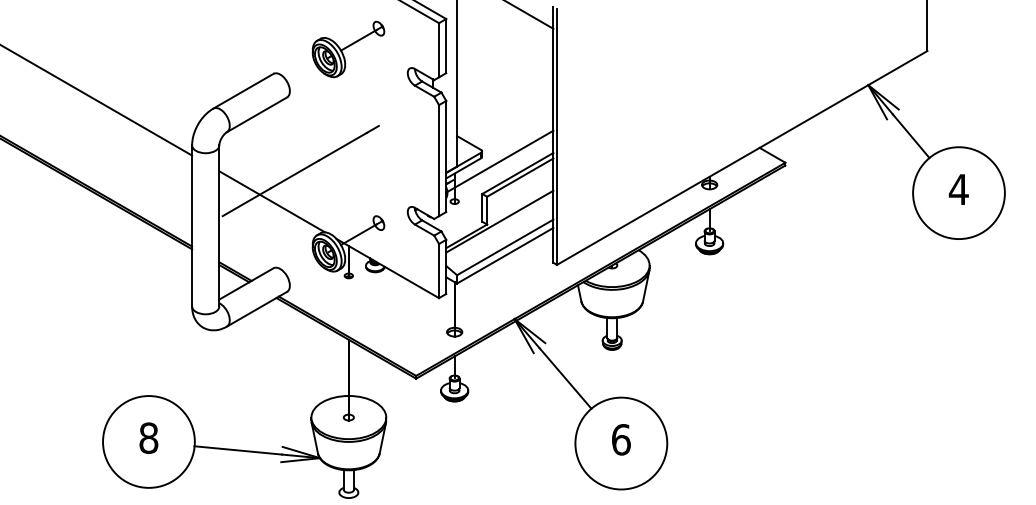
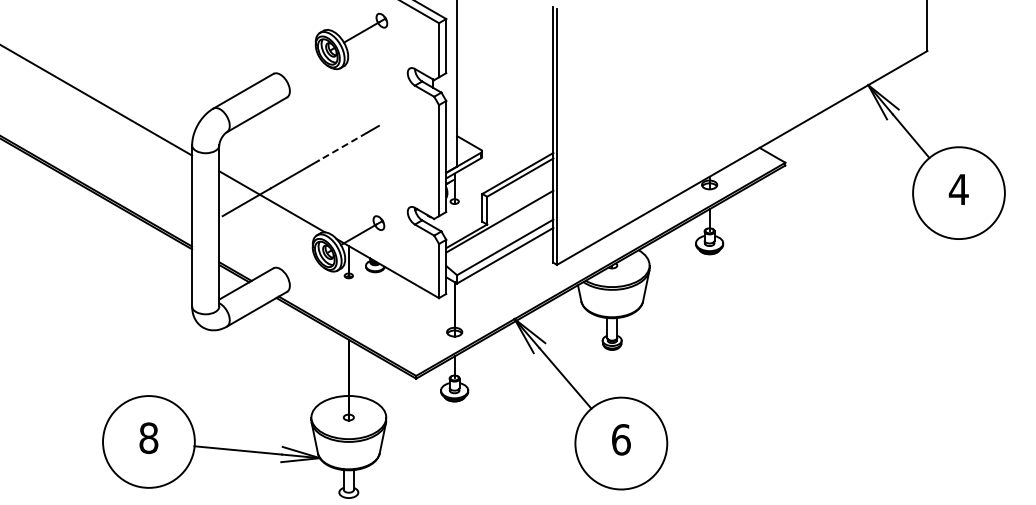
line at (530, 15): present -> none
part at (348, 49) position: (348, 49) -> (351, 41)
line at (342, 146): solid -> dashed
line at (500, 160): present -> none
